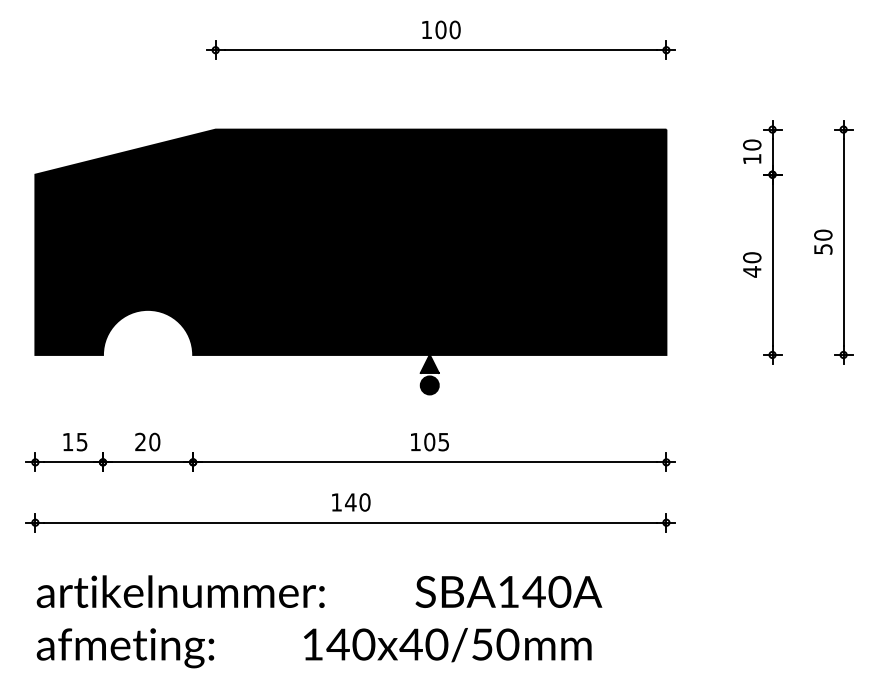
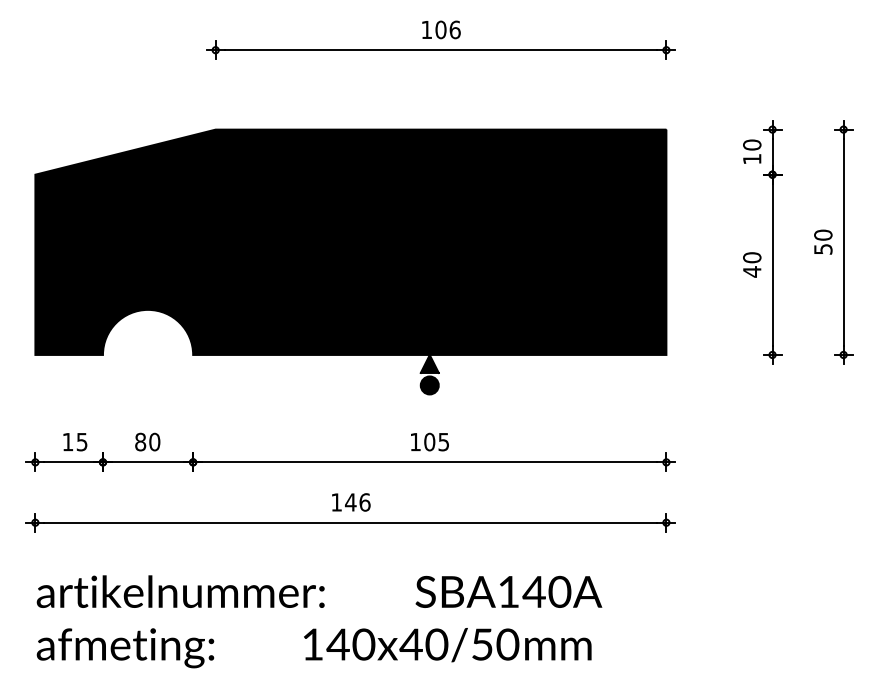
text at (454, 29): 100 -> 106
text at (140, 441): 20 -> 80
text at (364, 502): 140 -> 146
